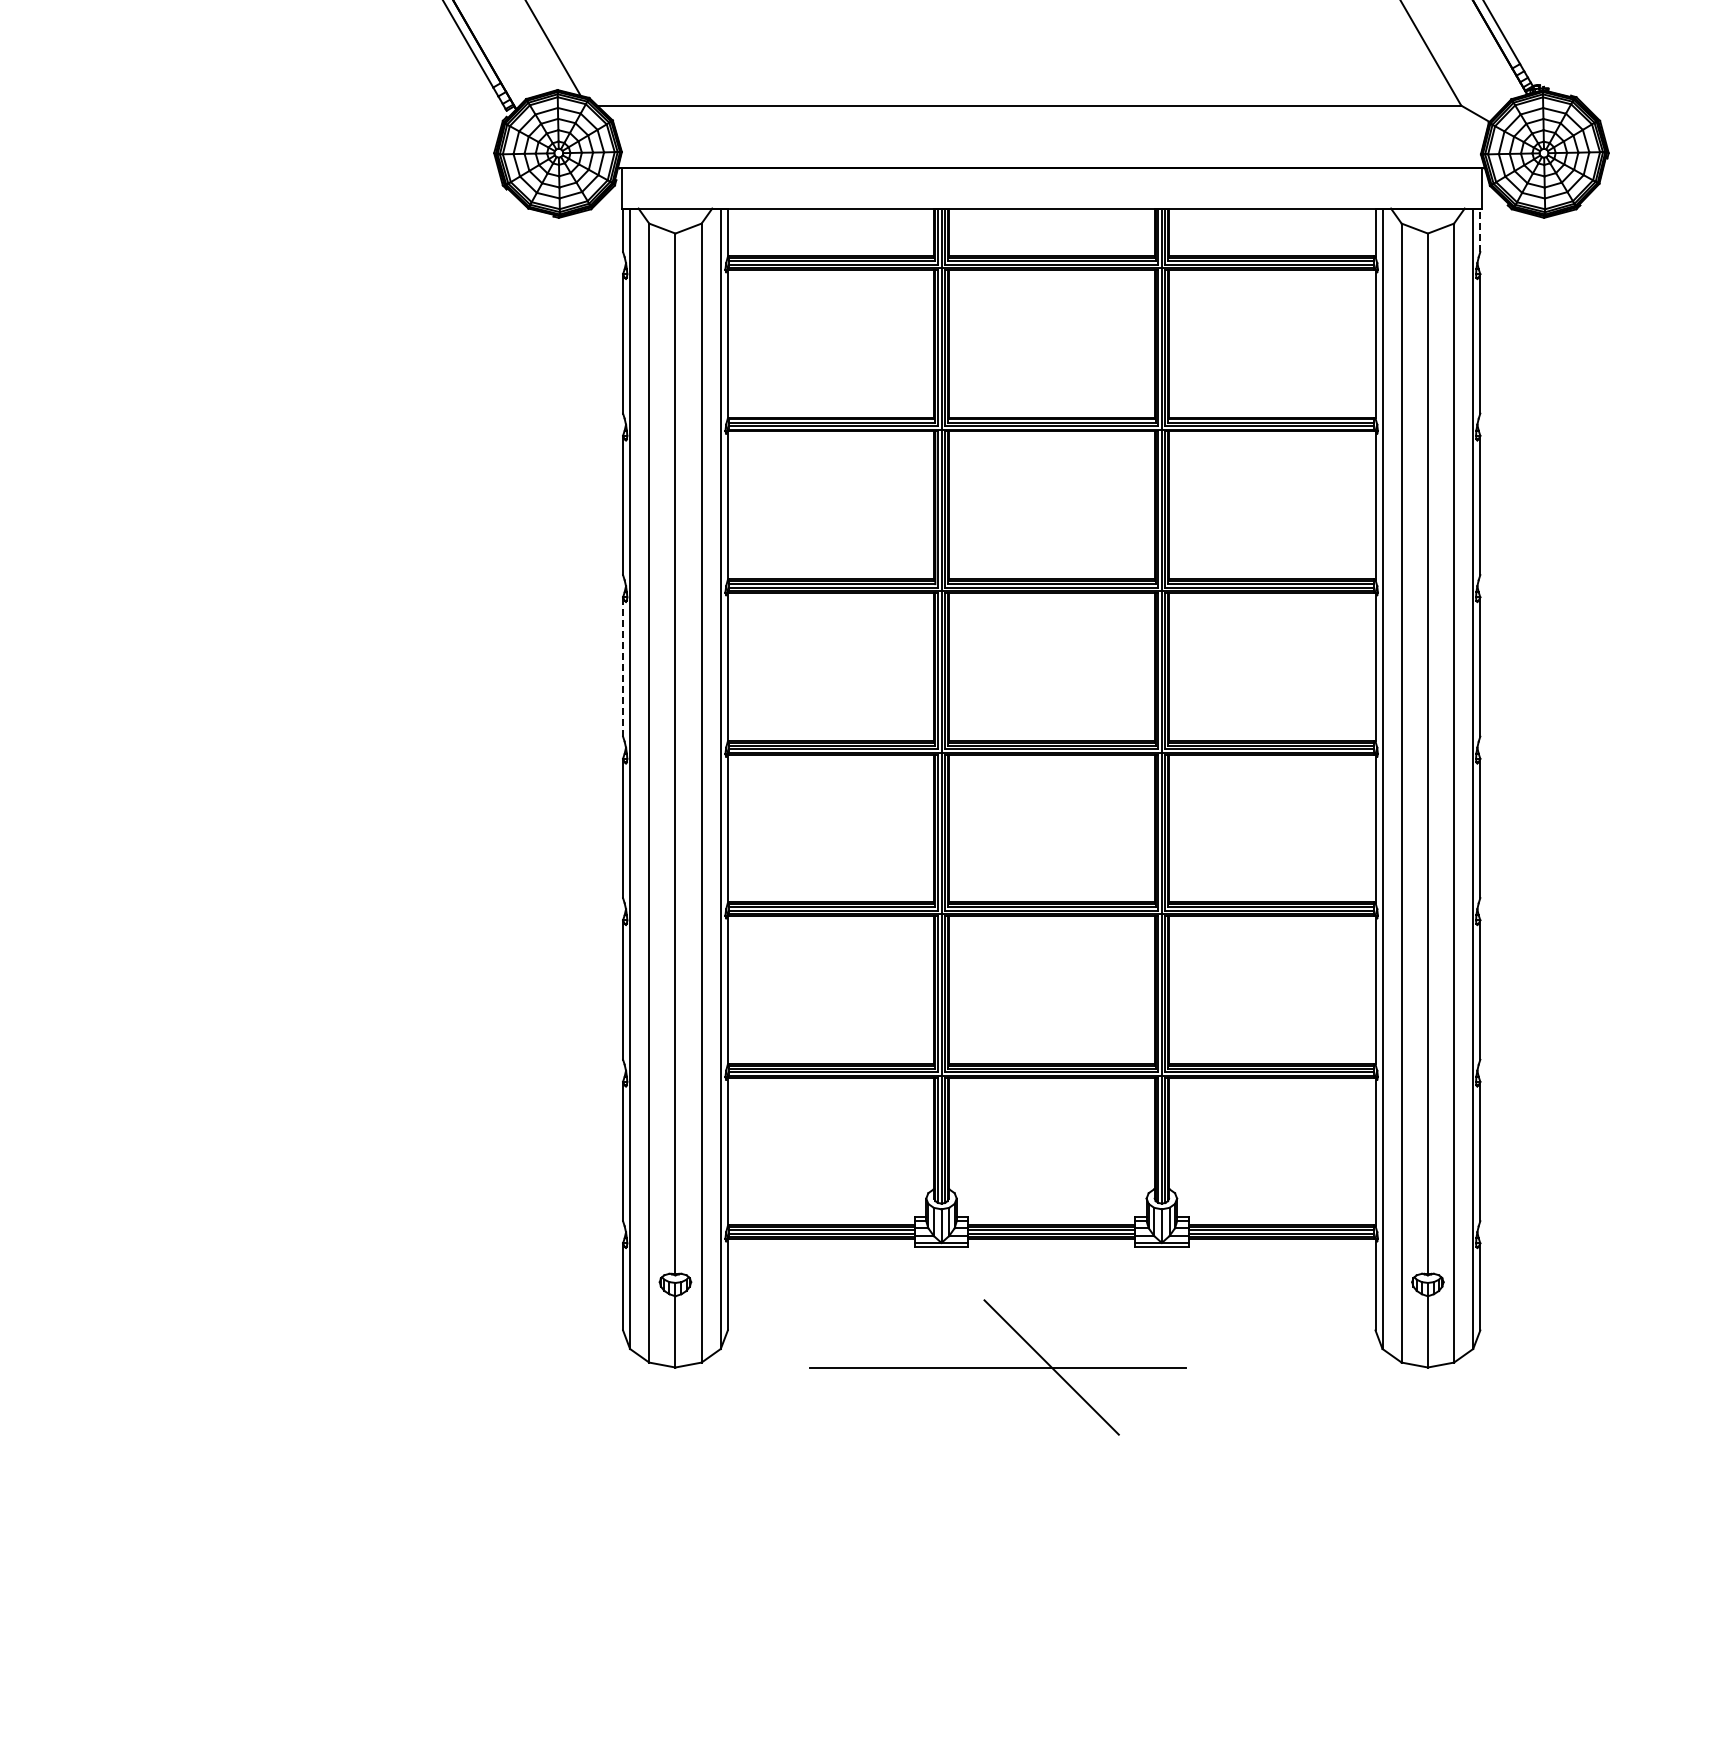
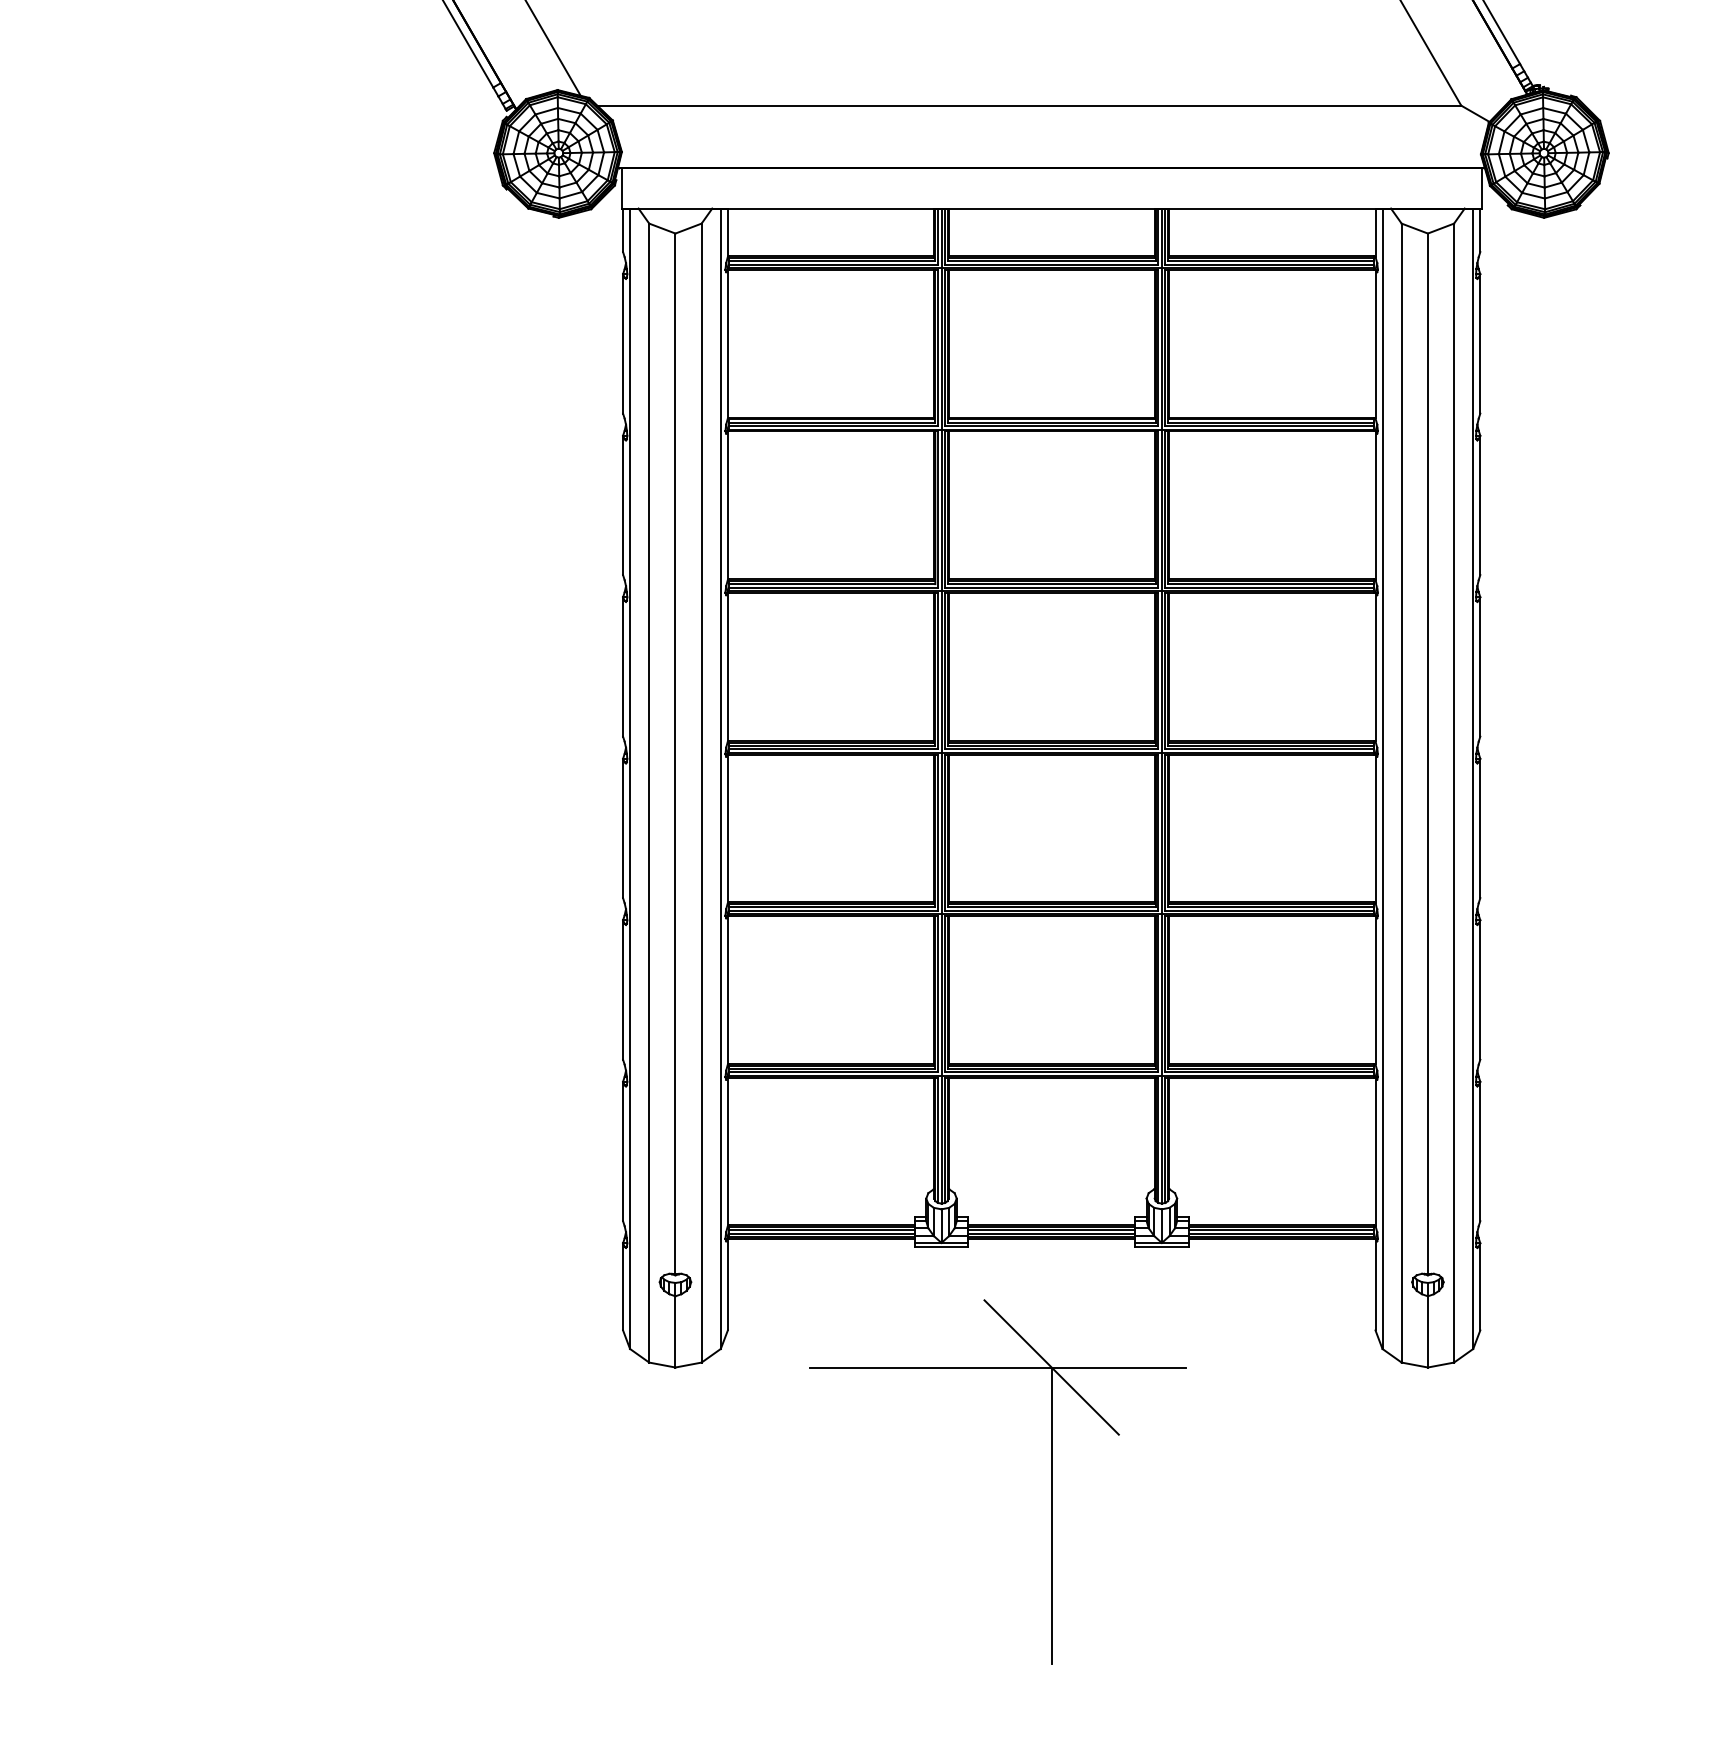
line at (1480, 230): dashed -> solid
line at (623, 666): dashed -> solid
line at (1051, 1515): none -> present
